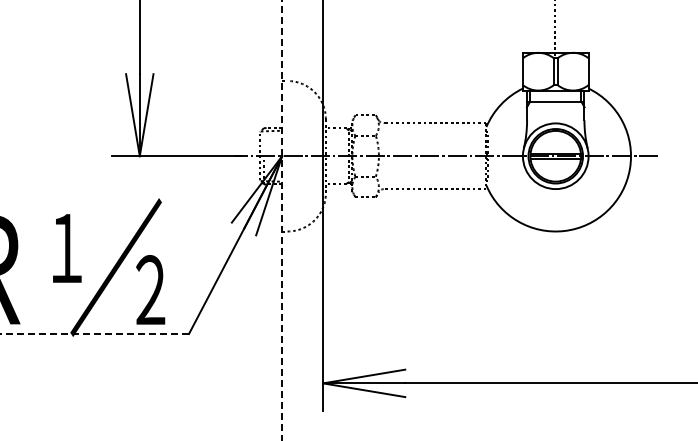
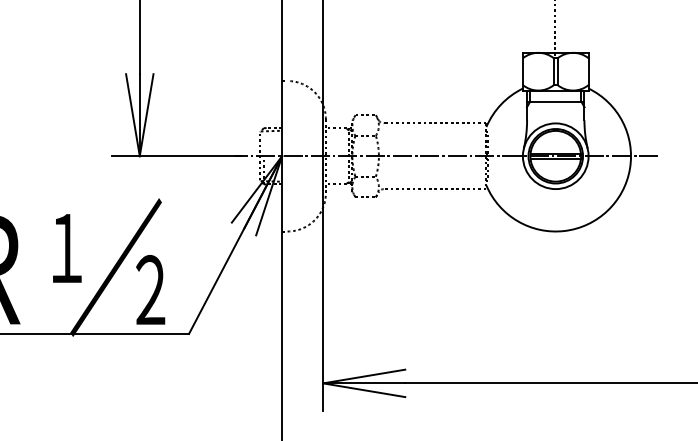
line at (282, 220): dashed -> solid
line at (94, 333): dashed -> solid
